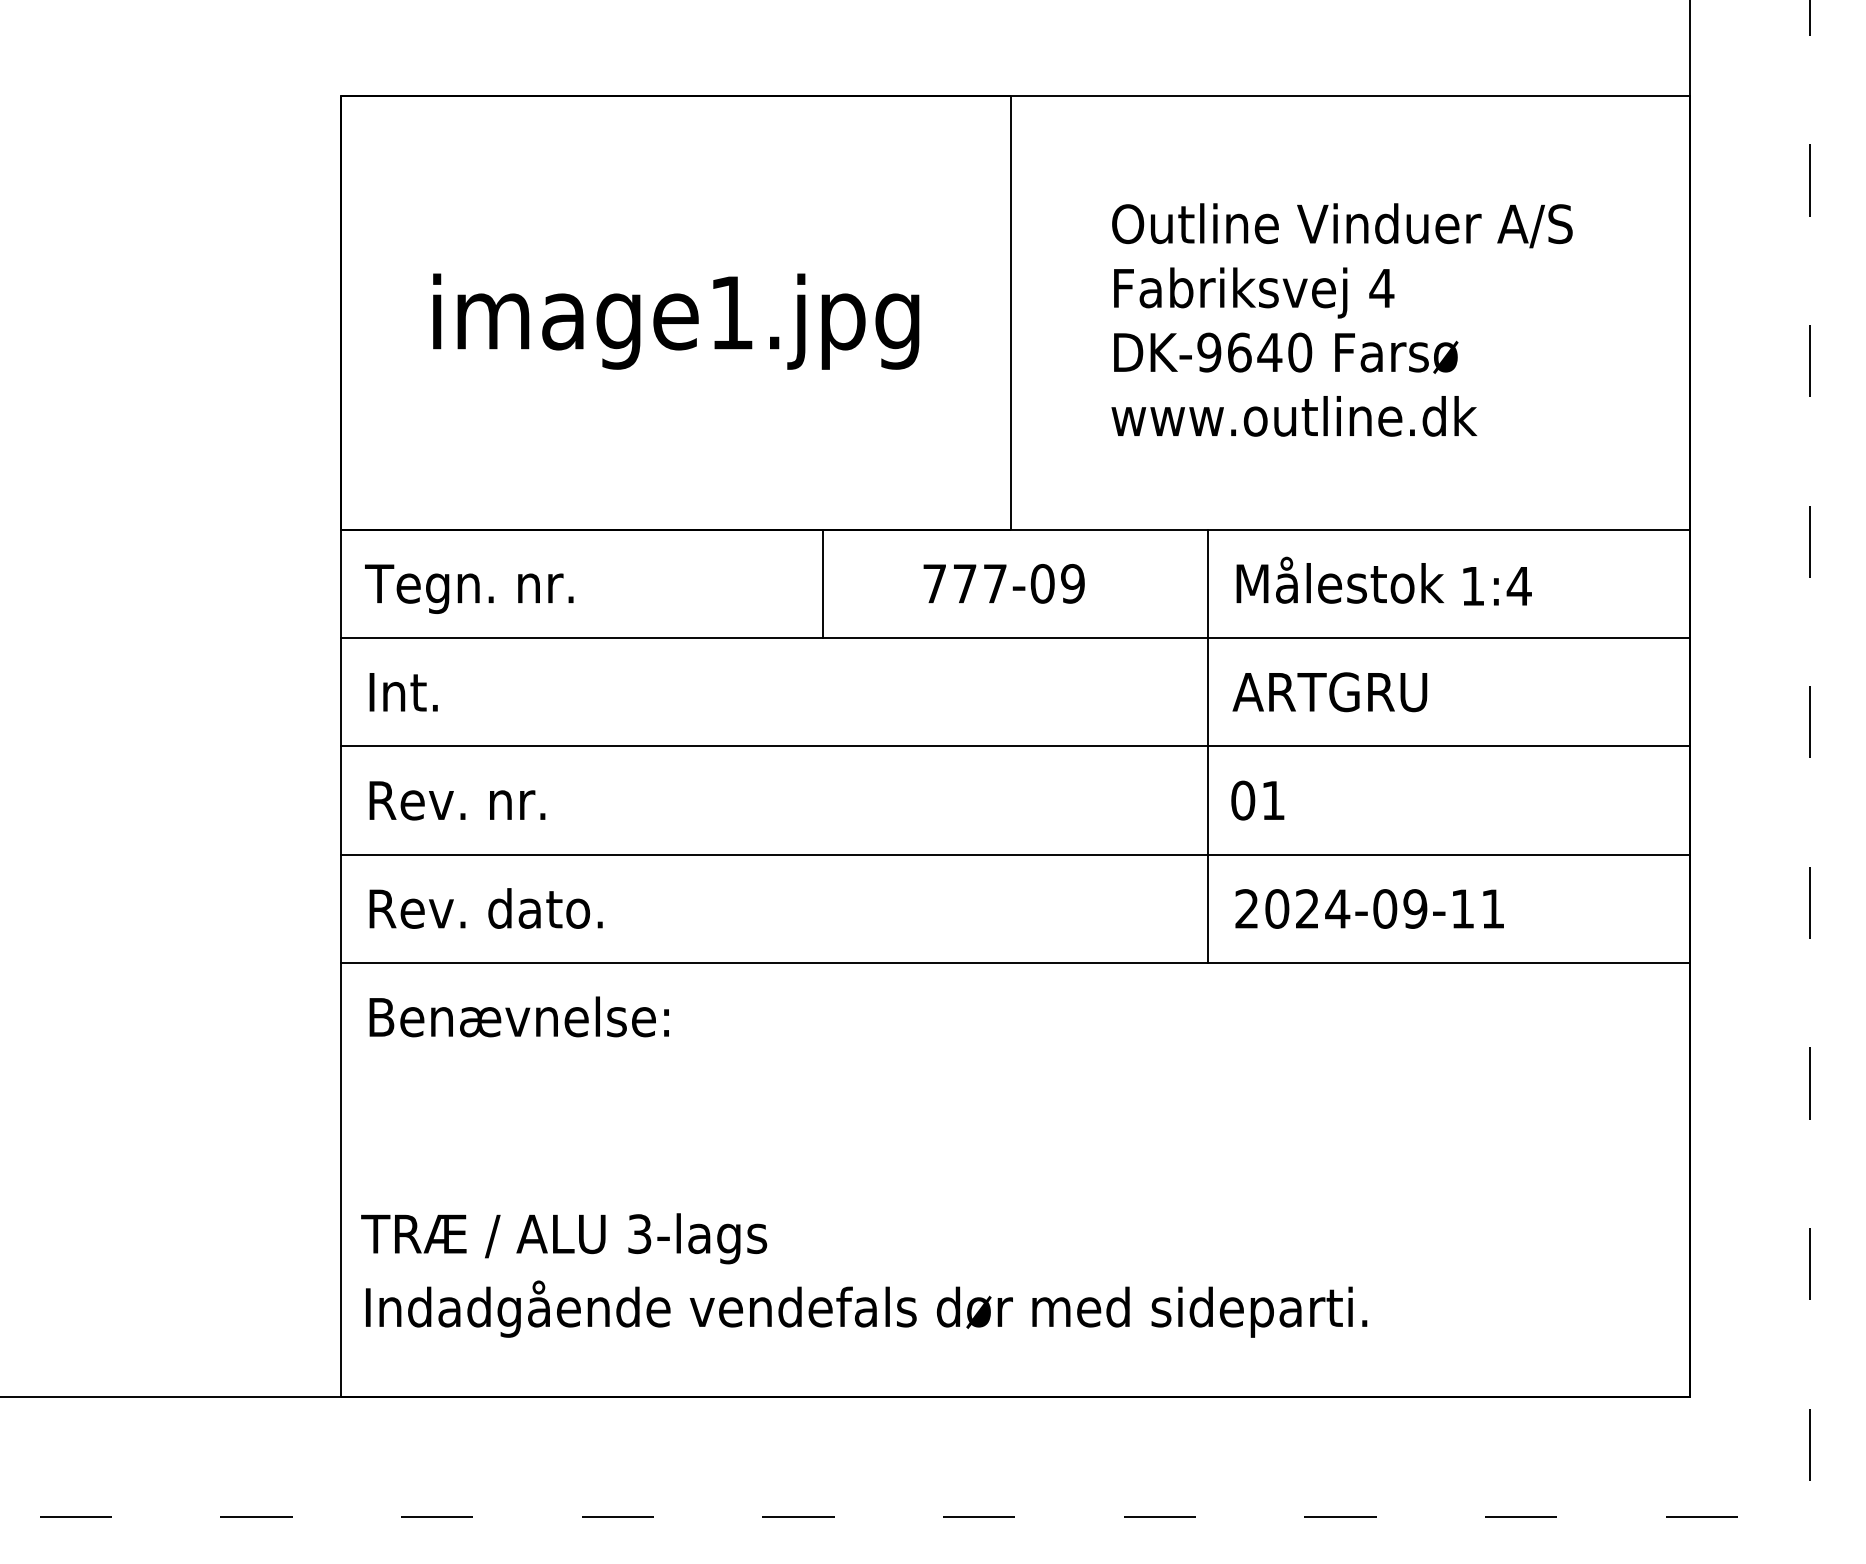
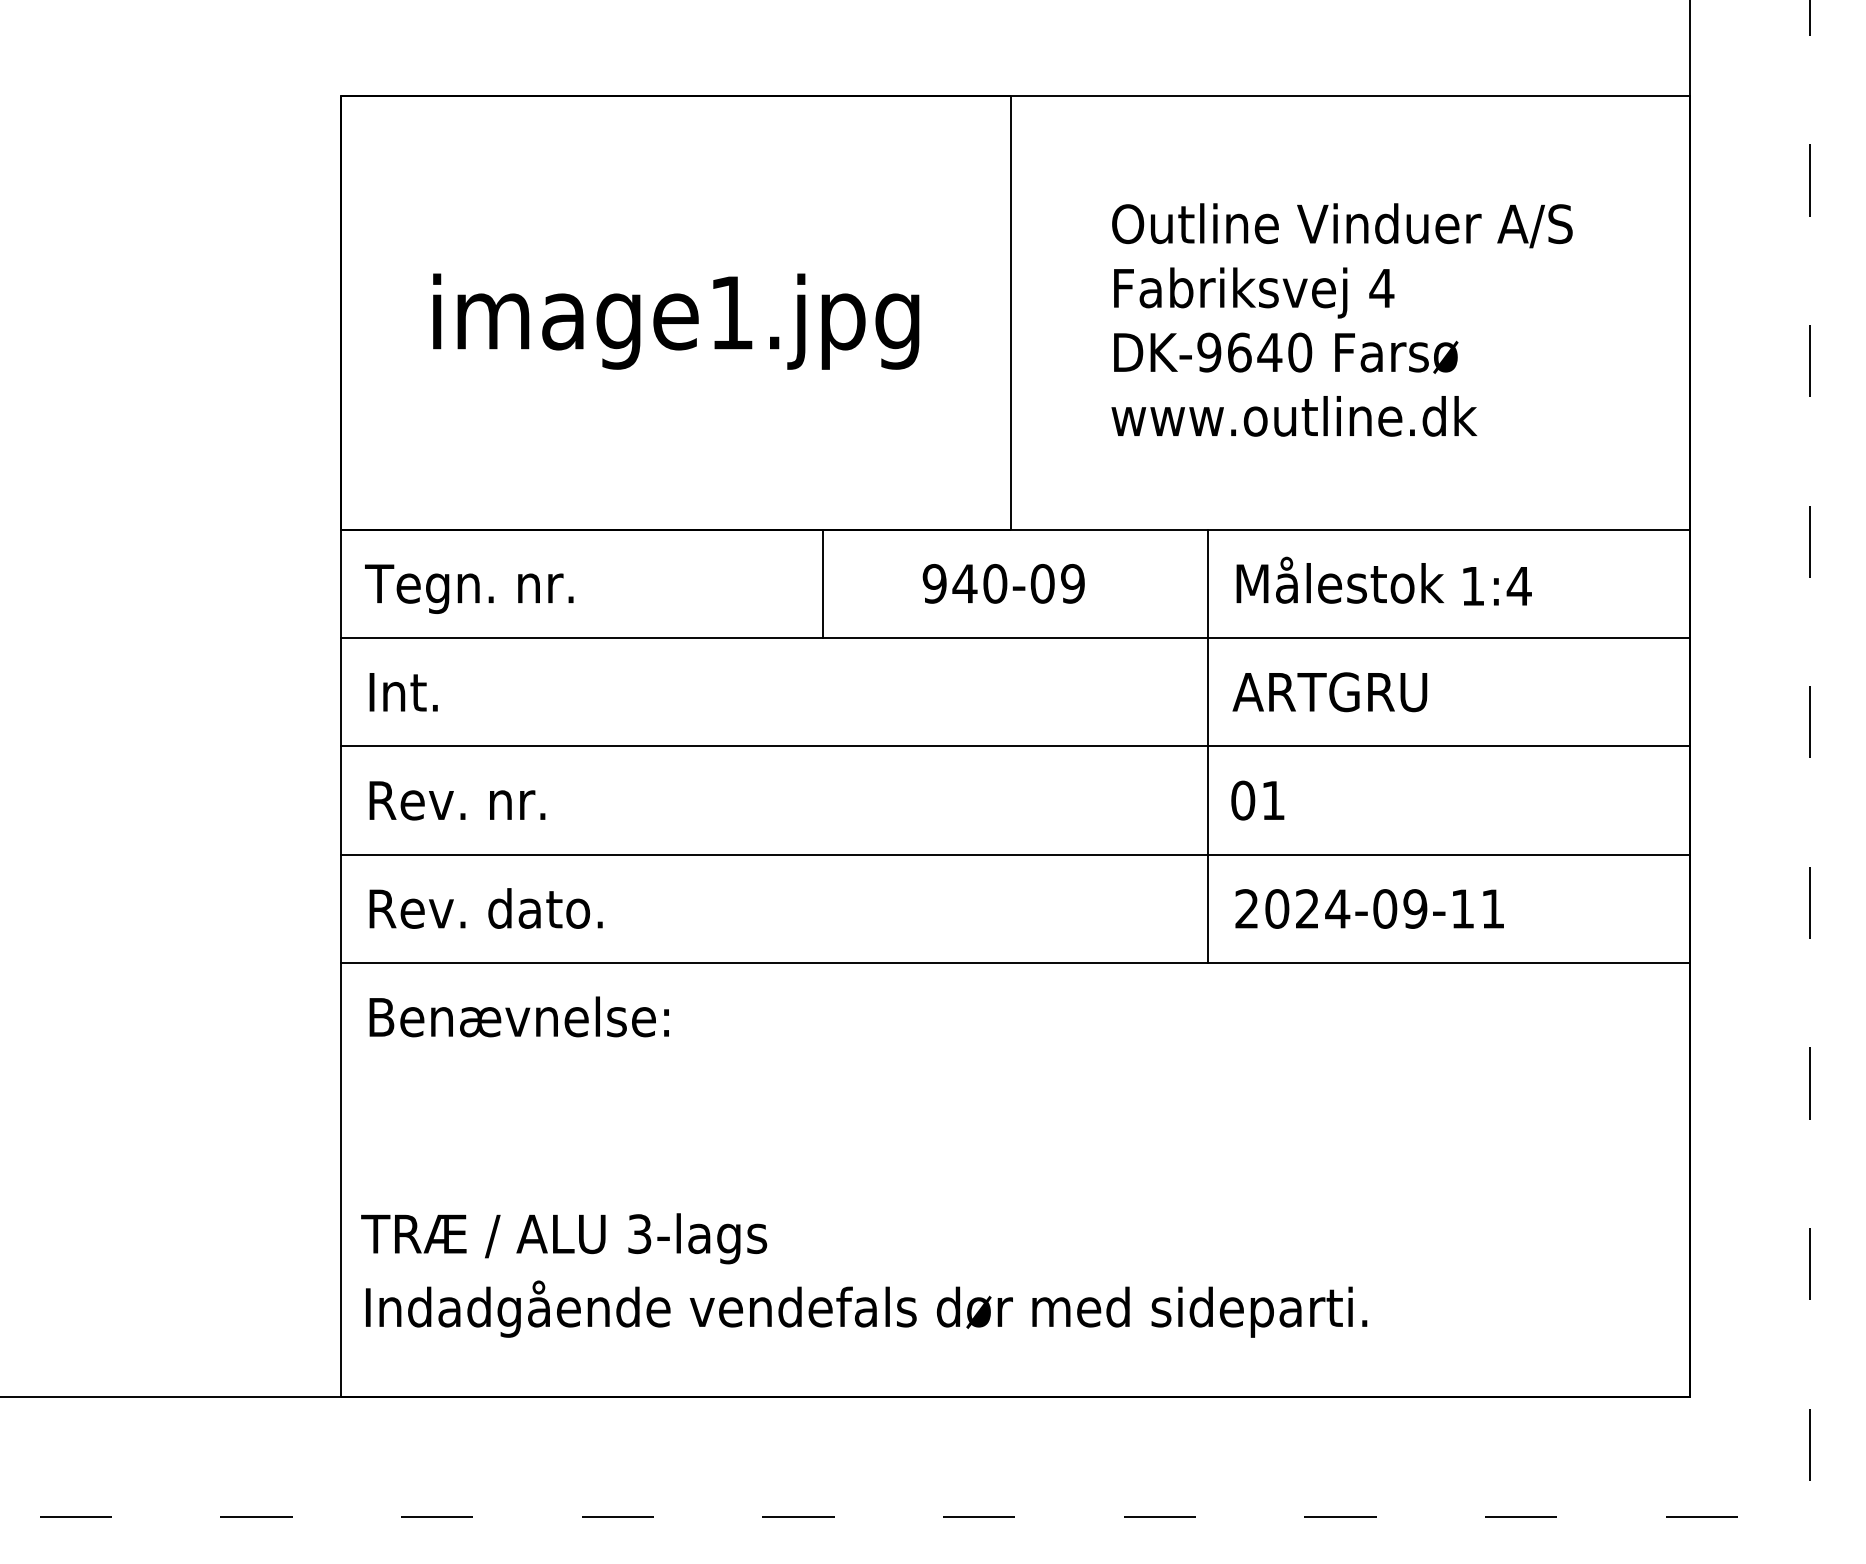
text at (964, 583): 777-09 -> 940-09
